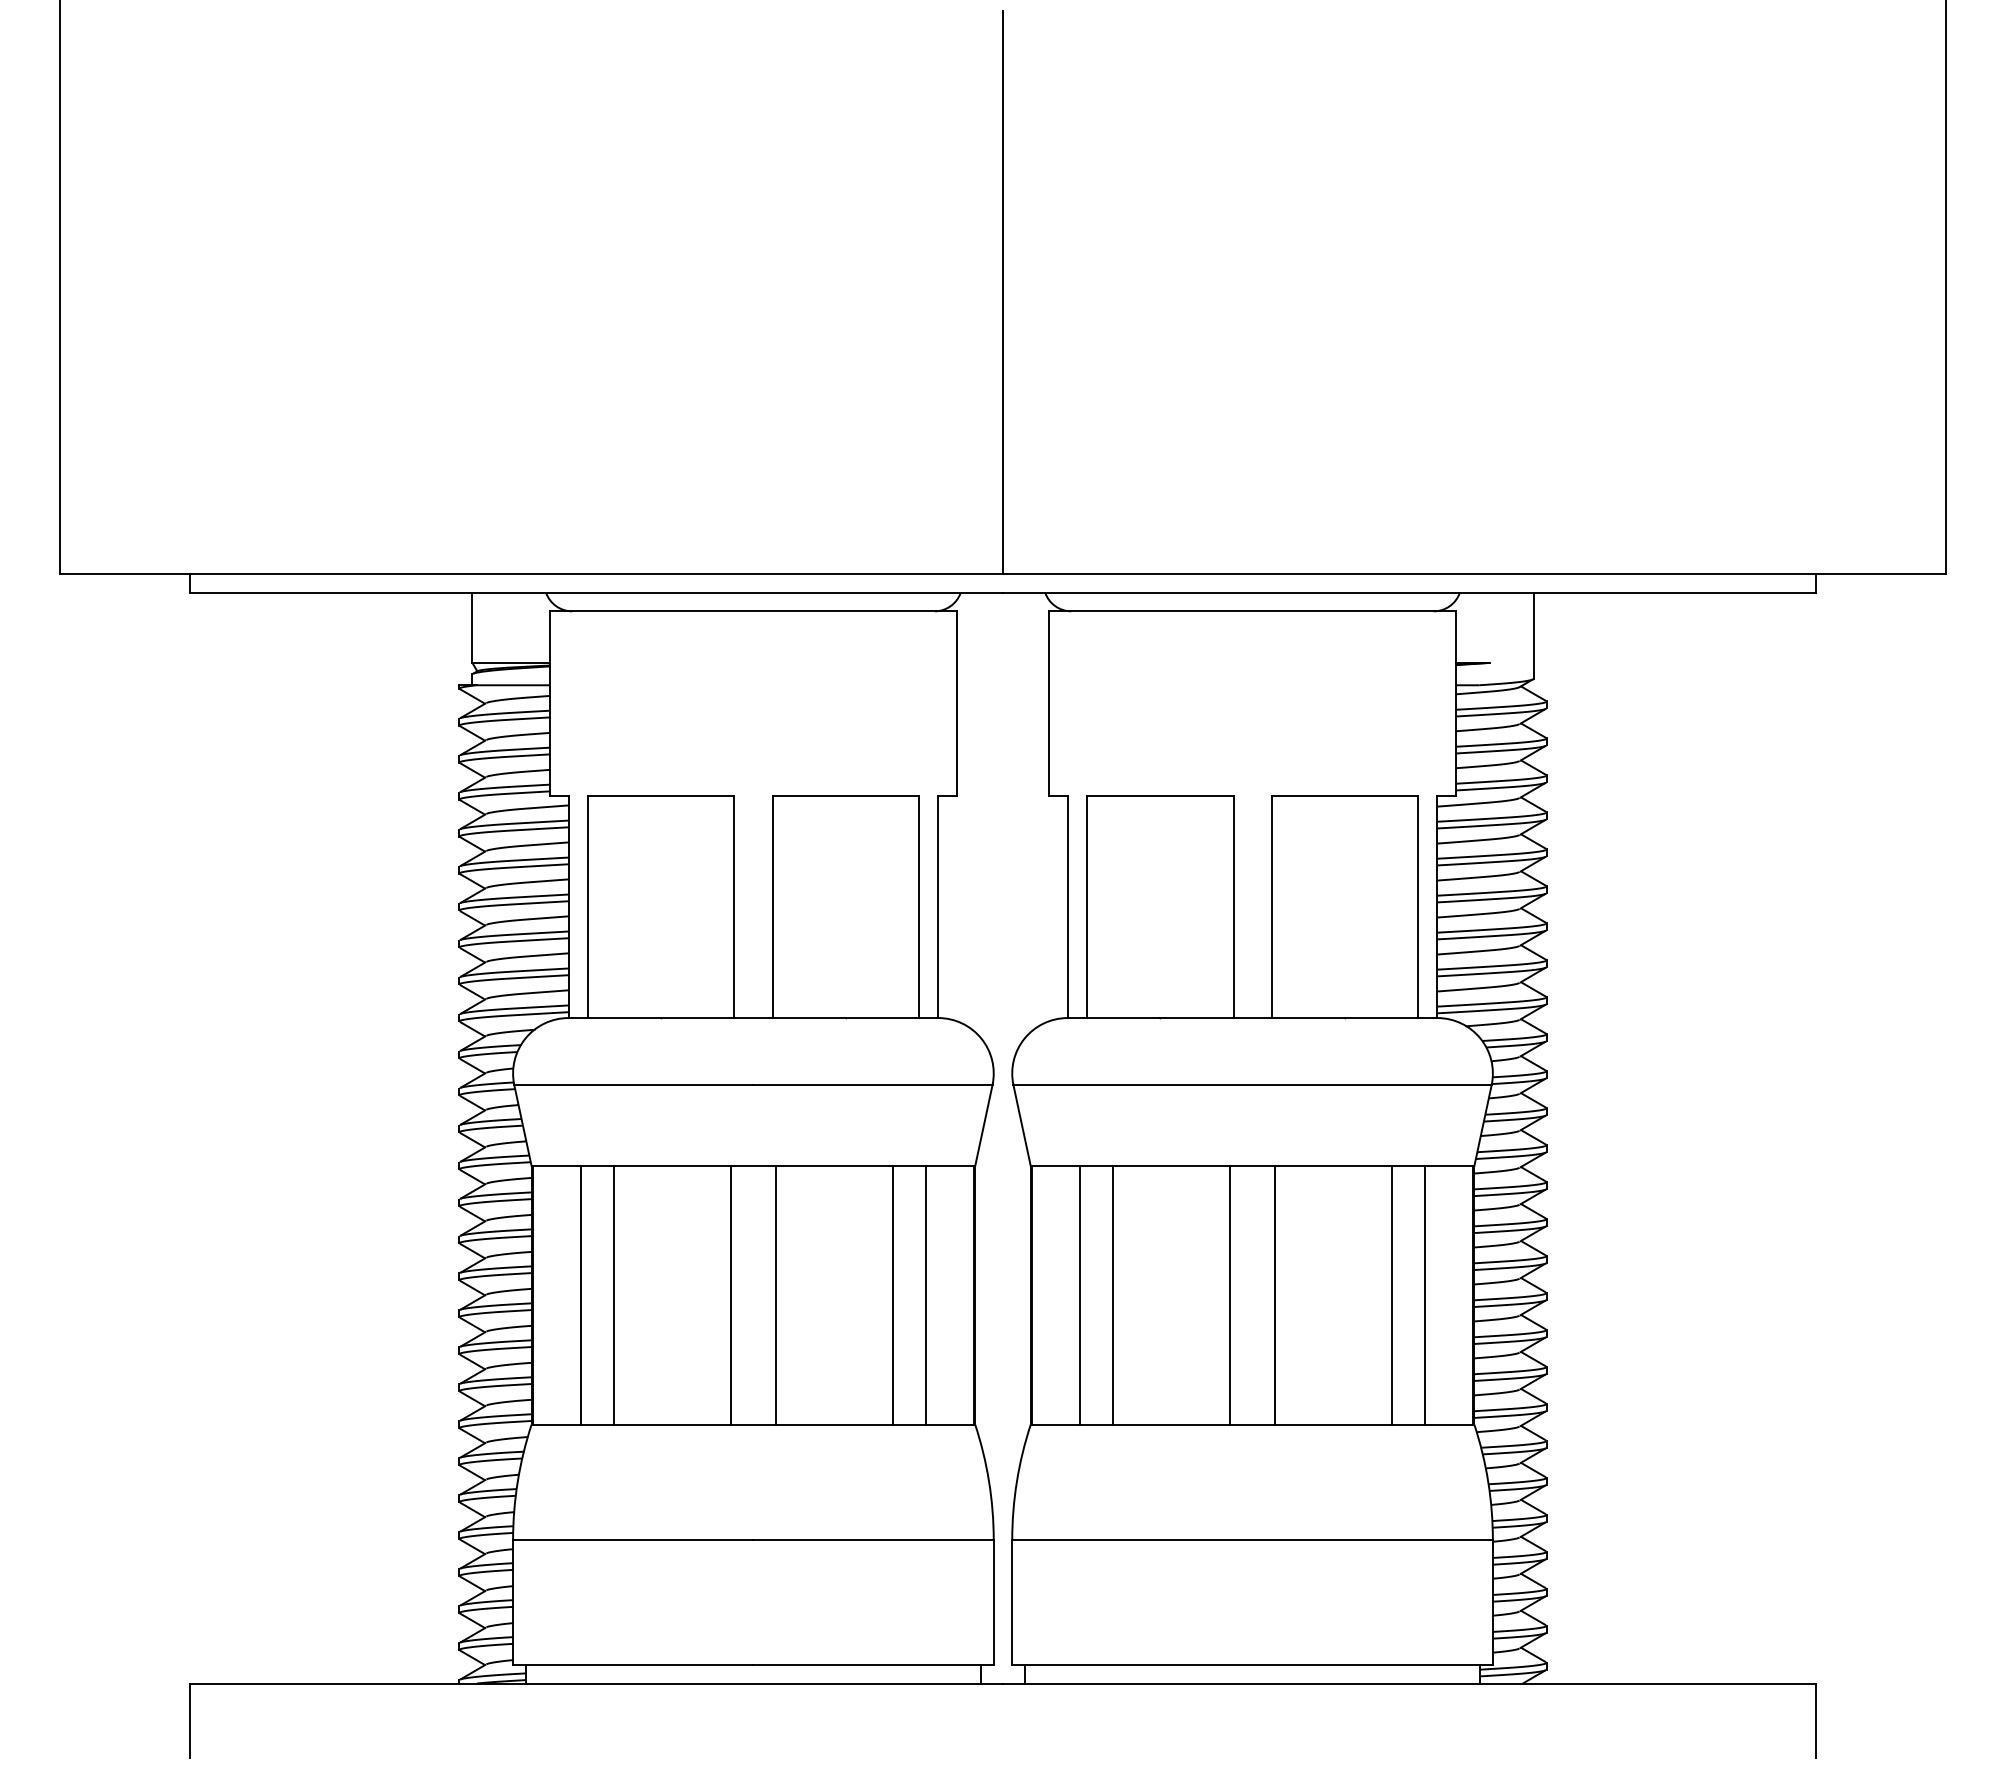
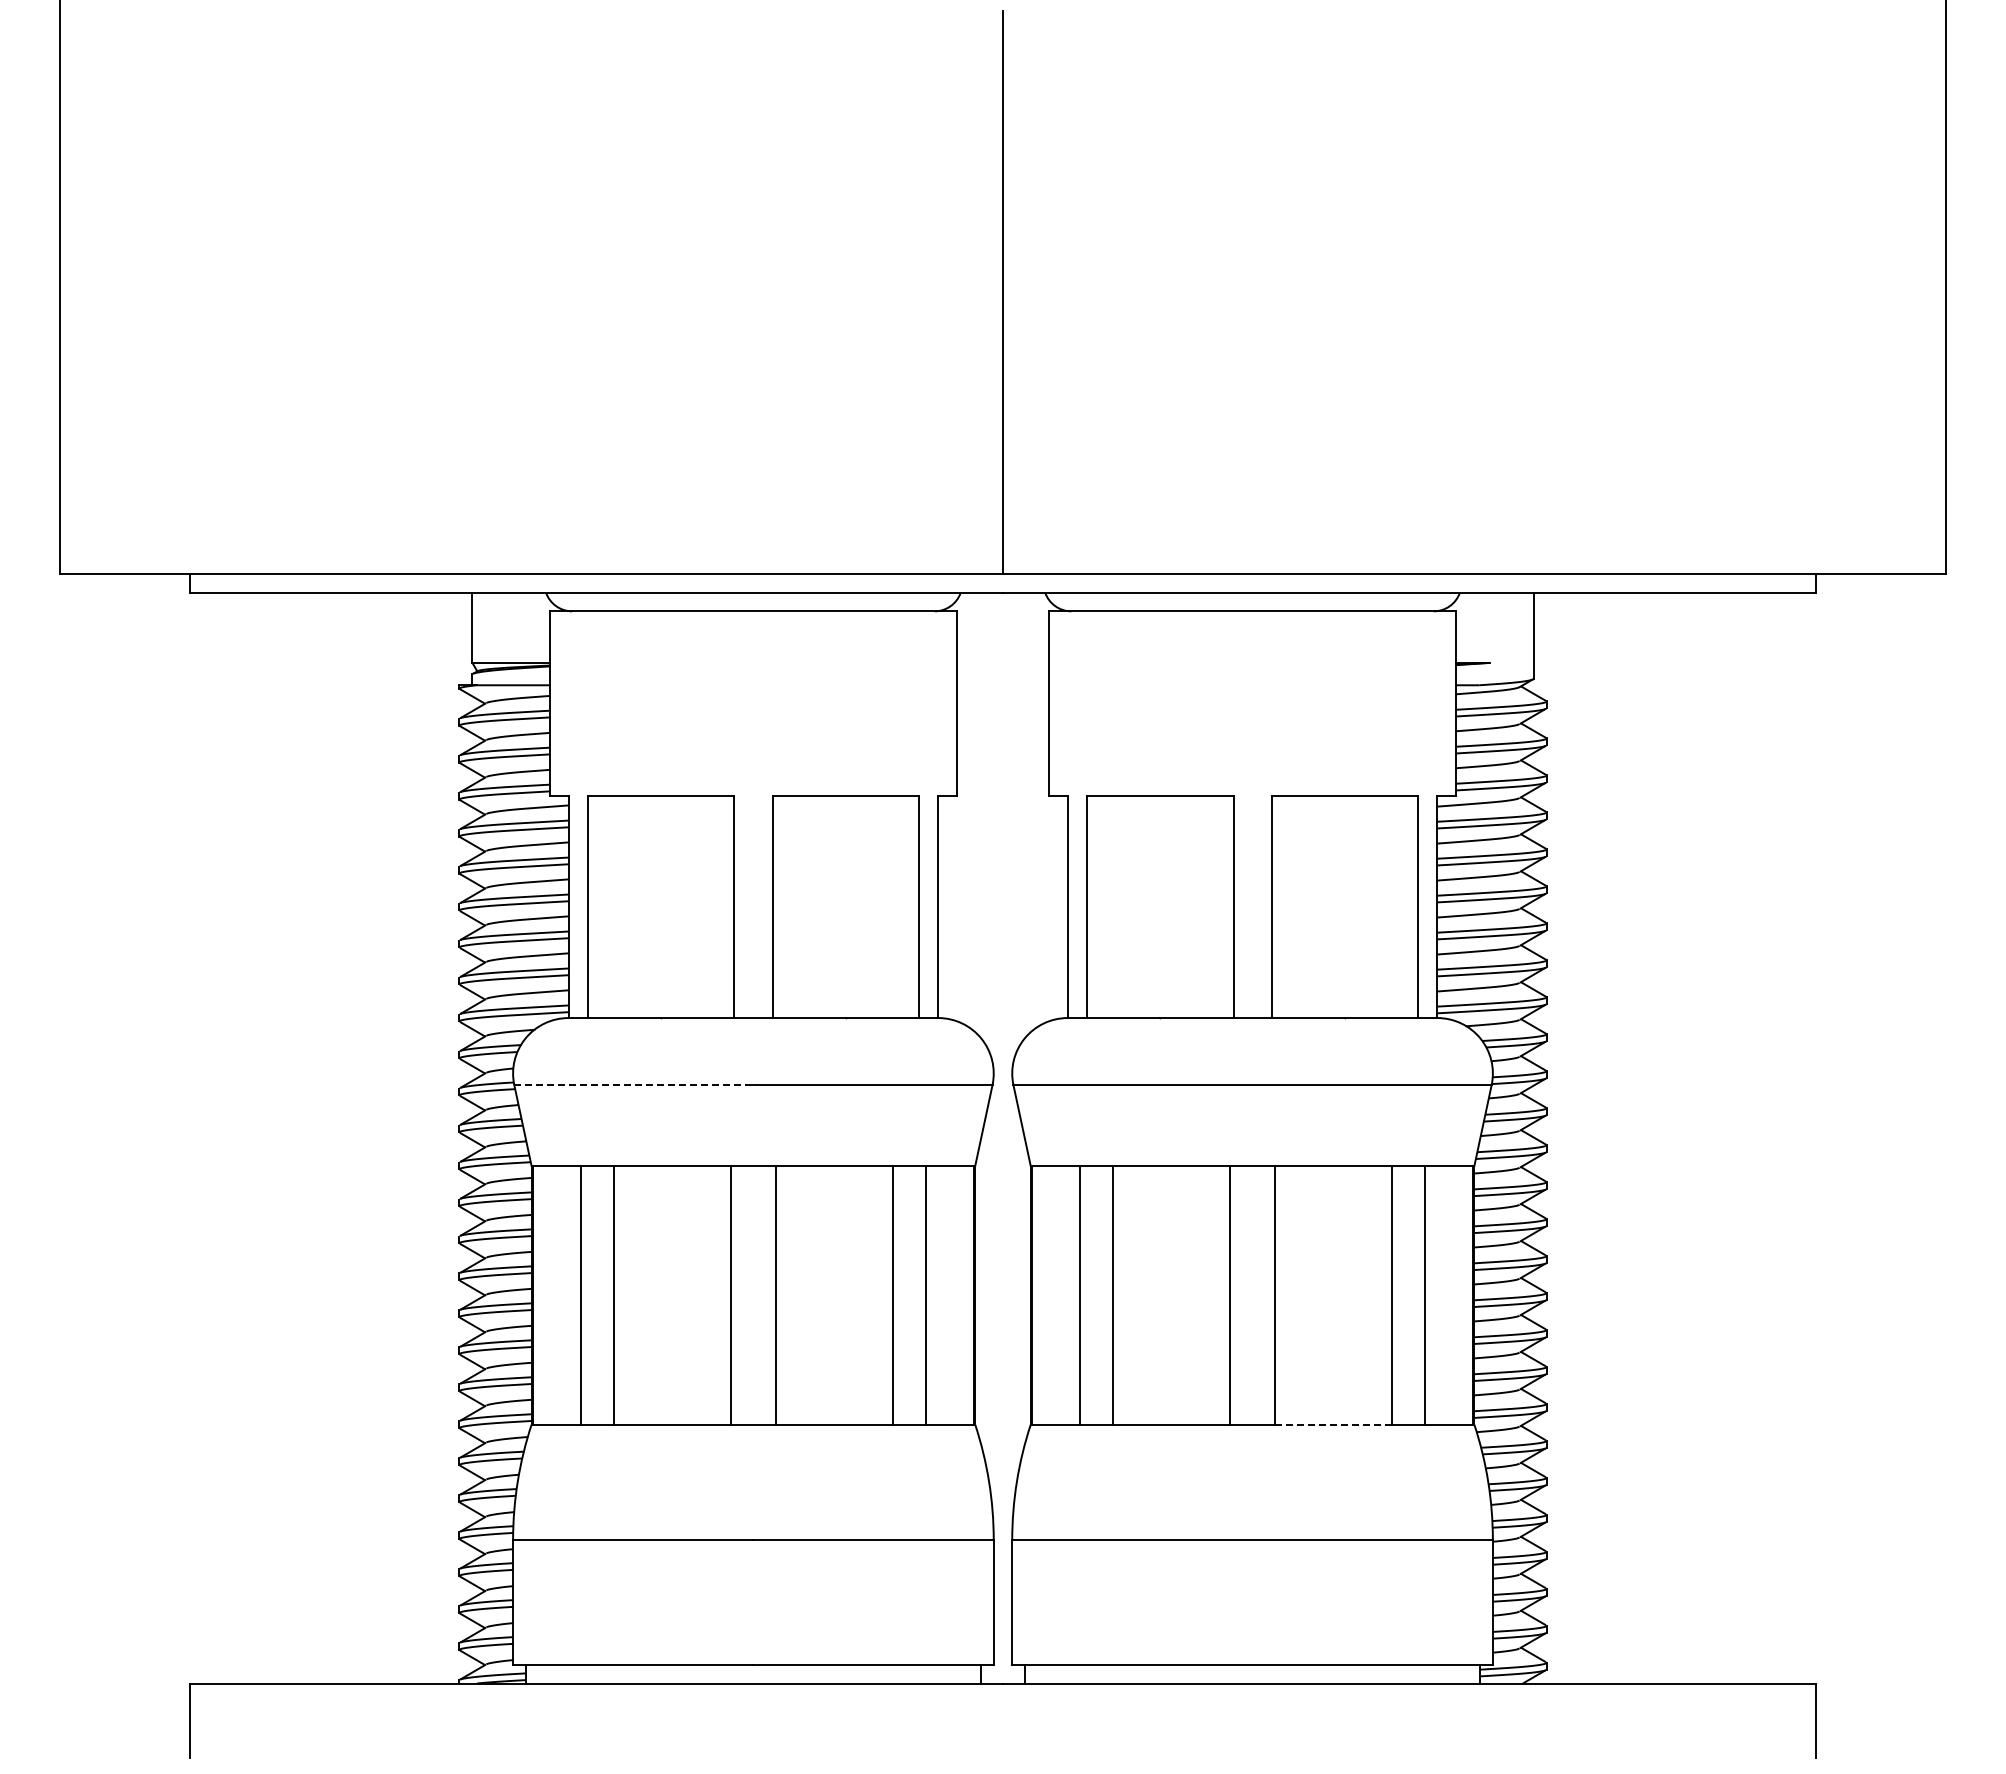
line at (633, 1085): solid -> dashed
line at (1333, 1424): solid -> dashed
